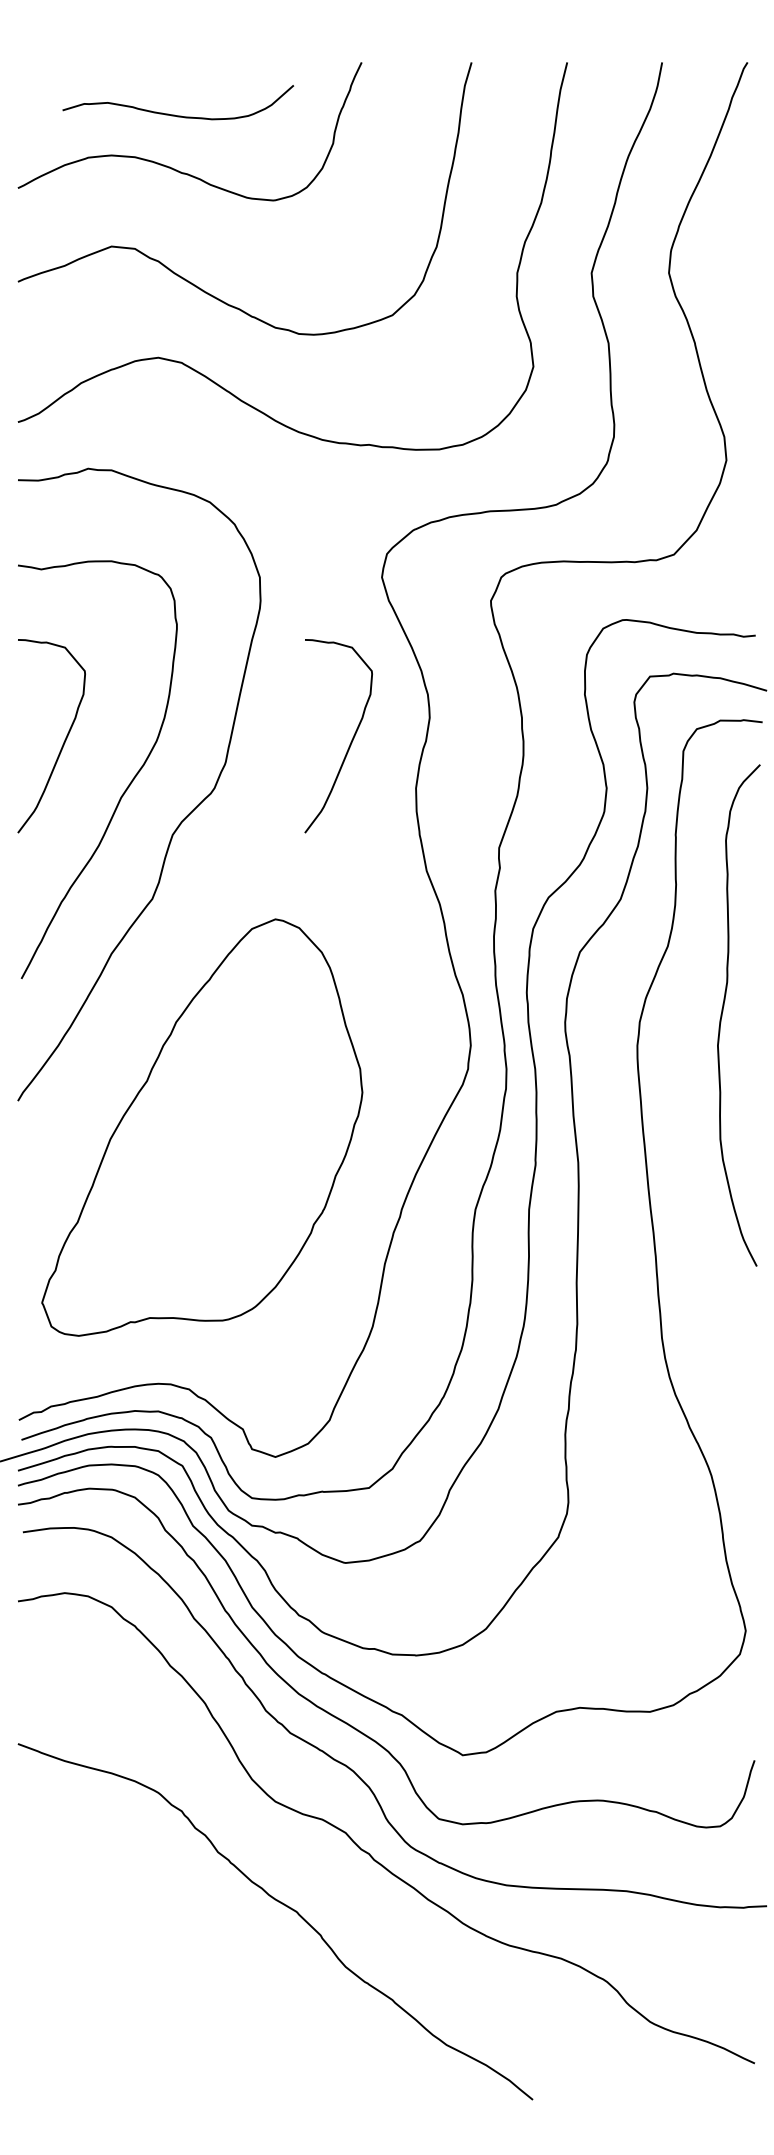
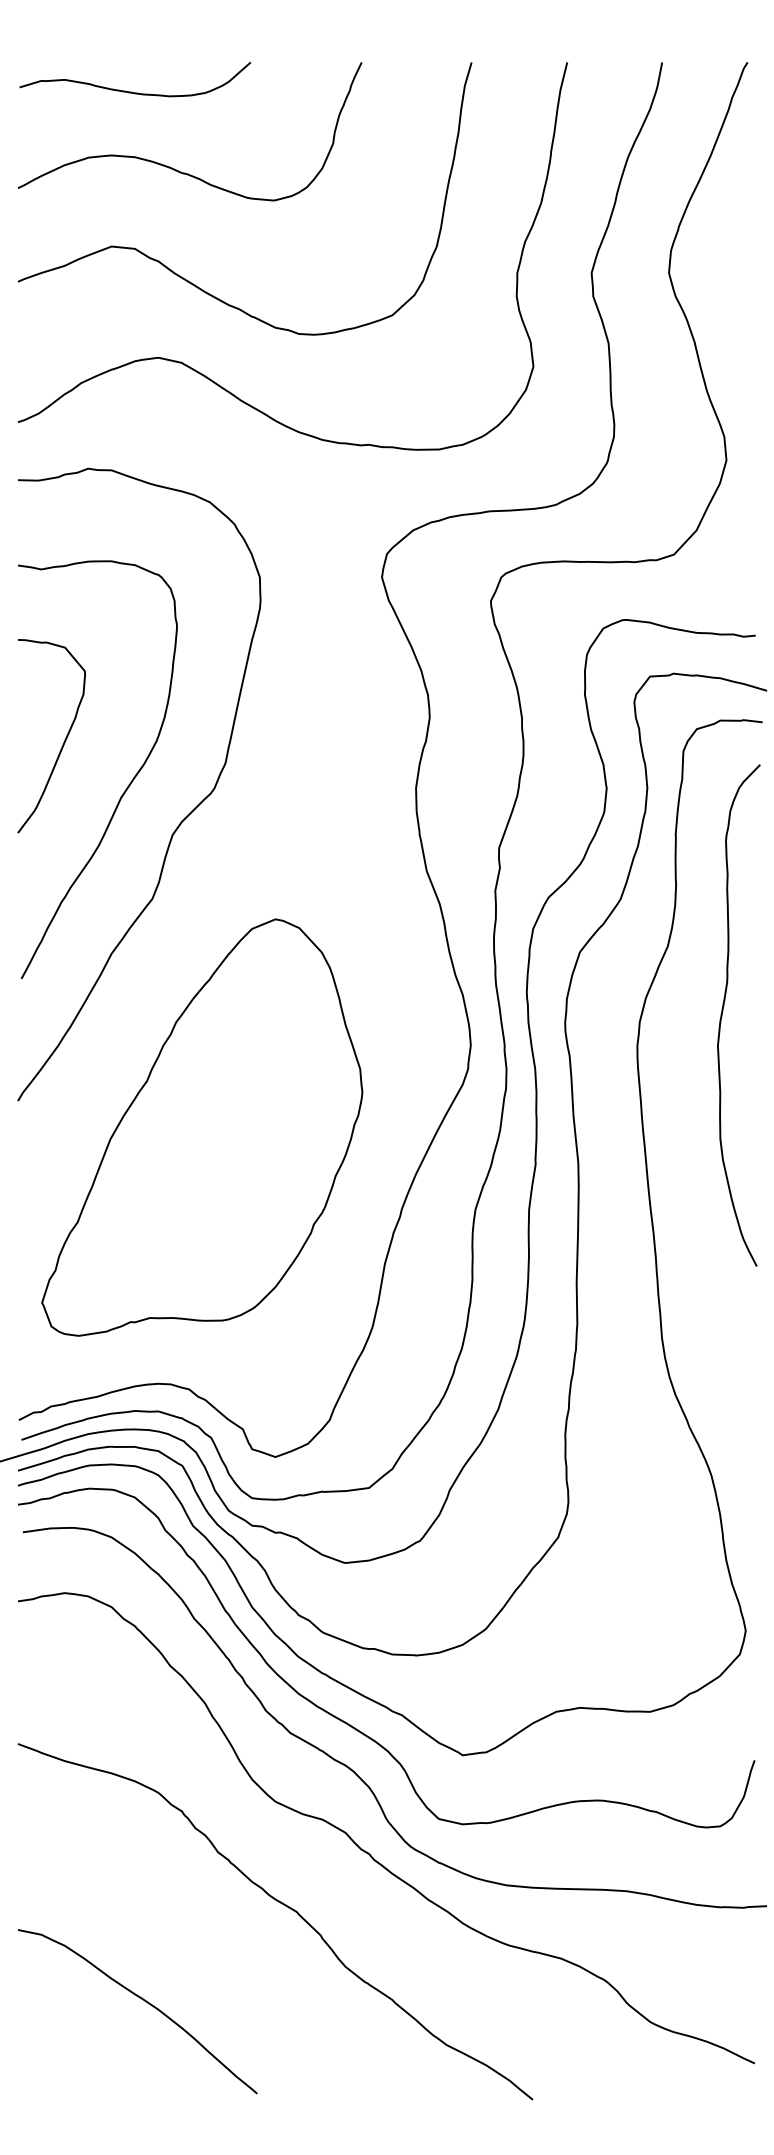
curve at (174, 114) position: (174, 114) -> (131, 91)
curve at (351, 739): present -> none
curve at (145, 2002): none -> present
